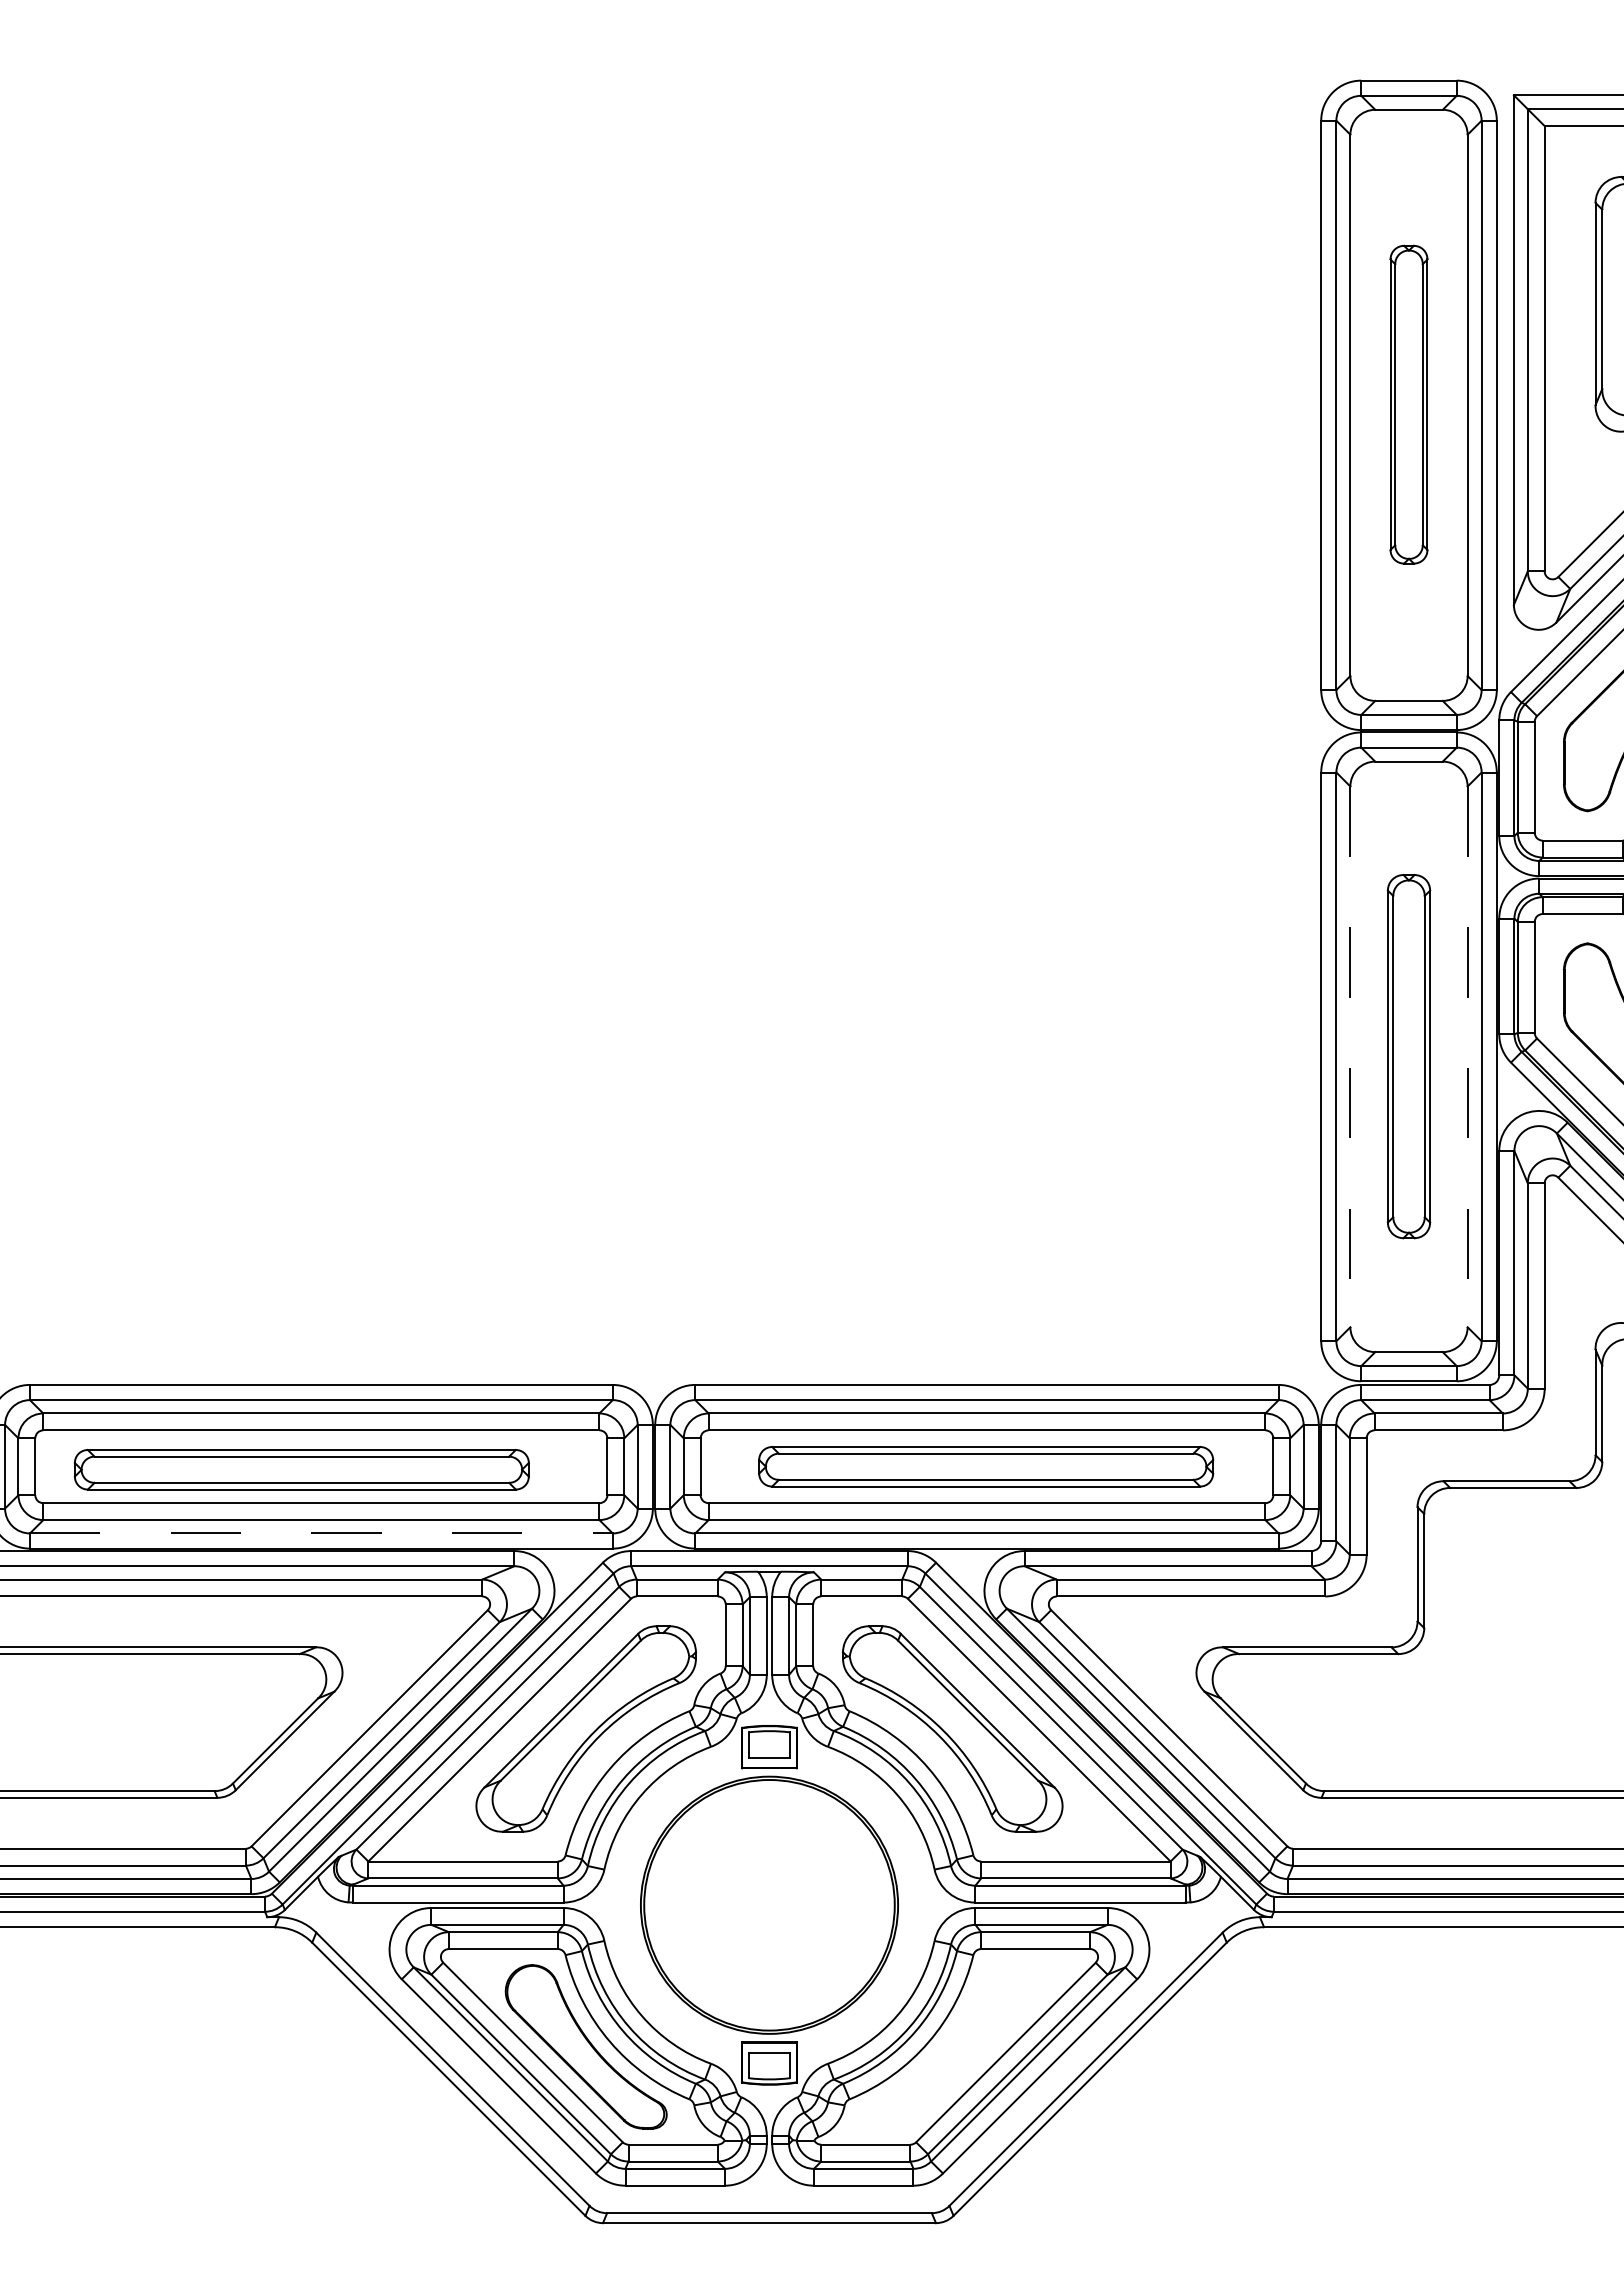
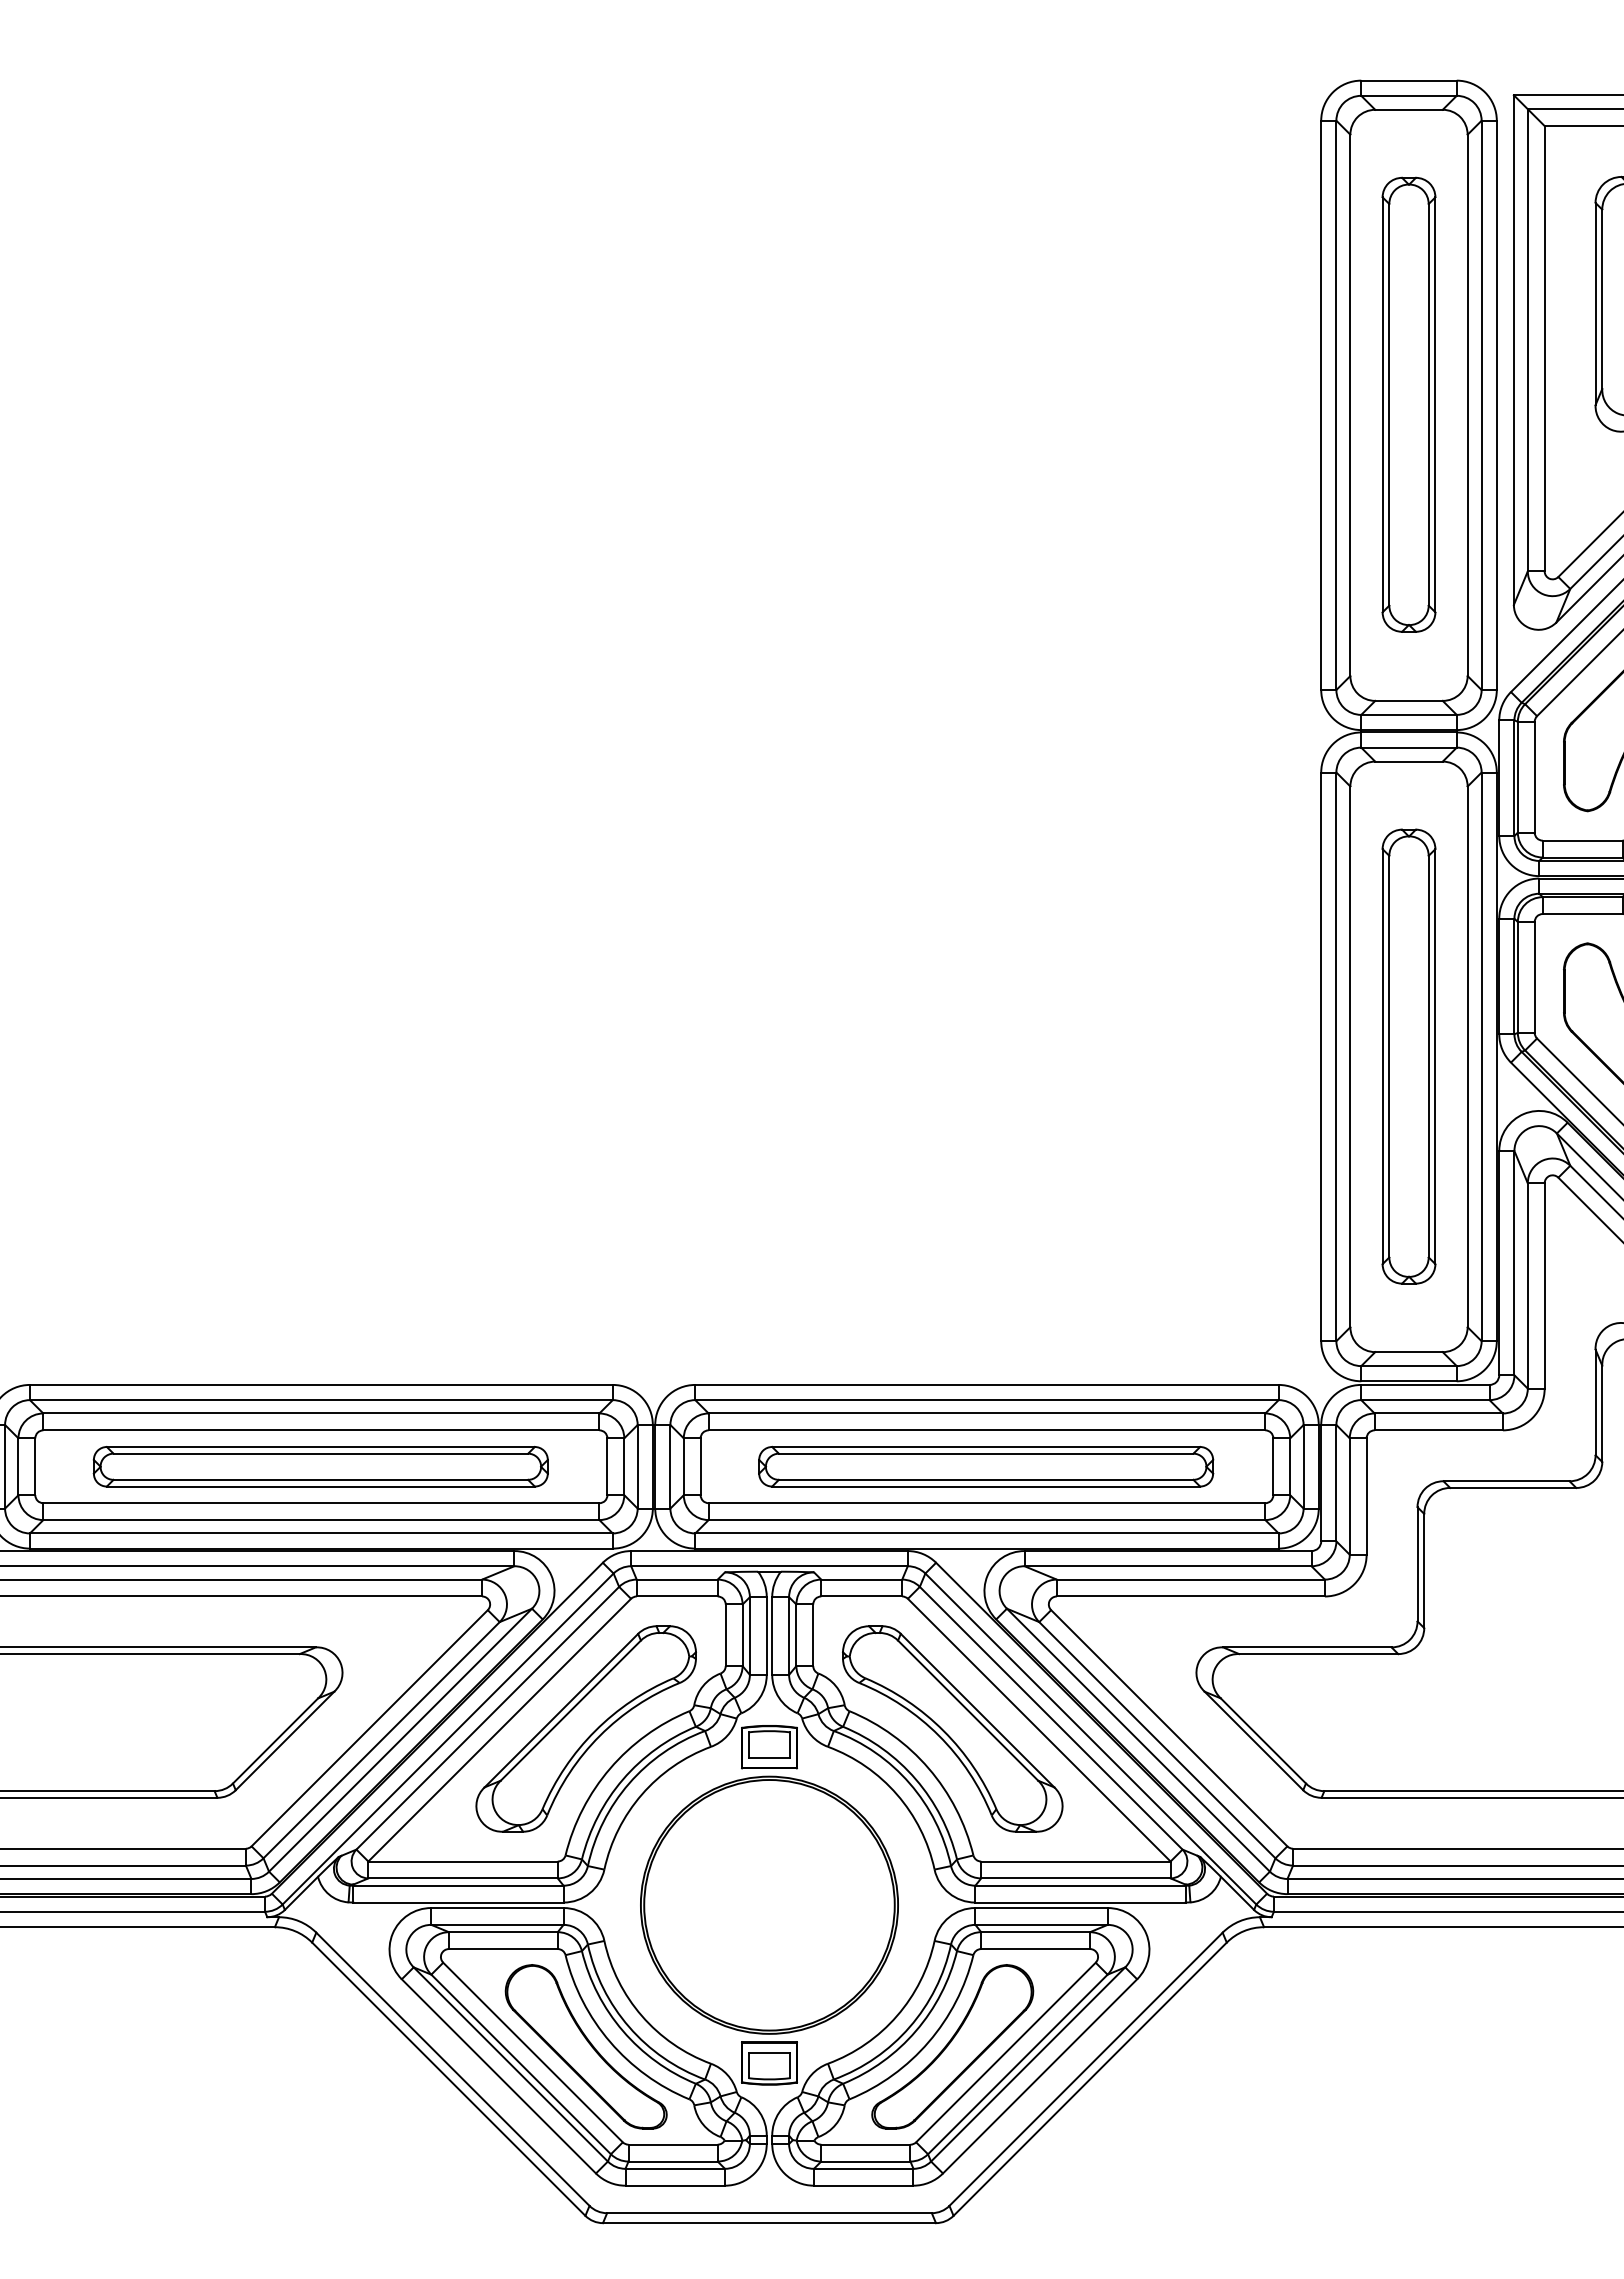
part at (1408, 404) size: 40x321 px -> 56x457 px
part at (1408, 1056) size: 46x366 px -> 56x457 px
line at (1350, 1057): dashed -> solid
line at (1467, 1057): dashed -> solid
part at (301, 1469) position: (301, 1469) -> (320, 1466)
line at (321, 1533): dashed -> solid
part at (952, 2046): none -> present
